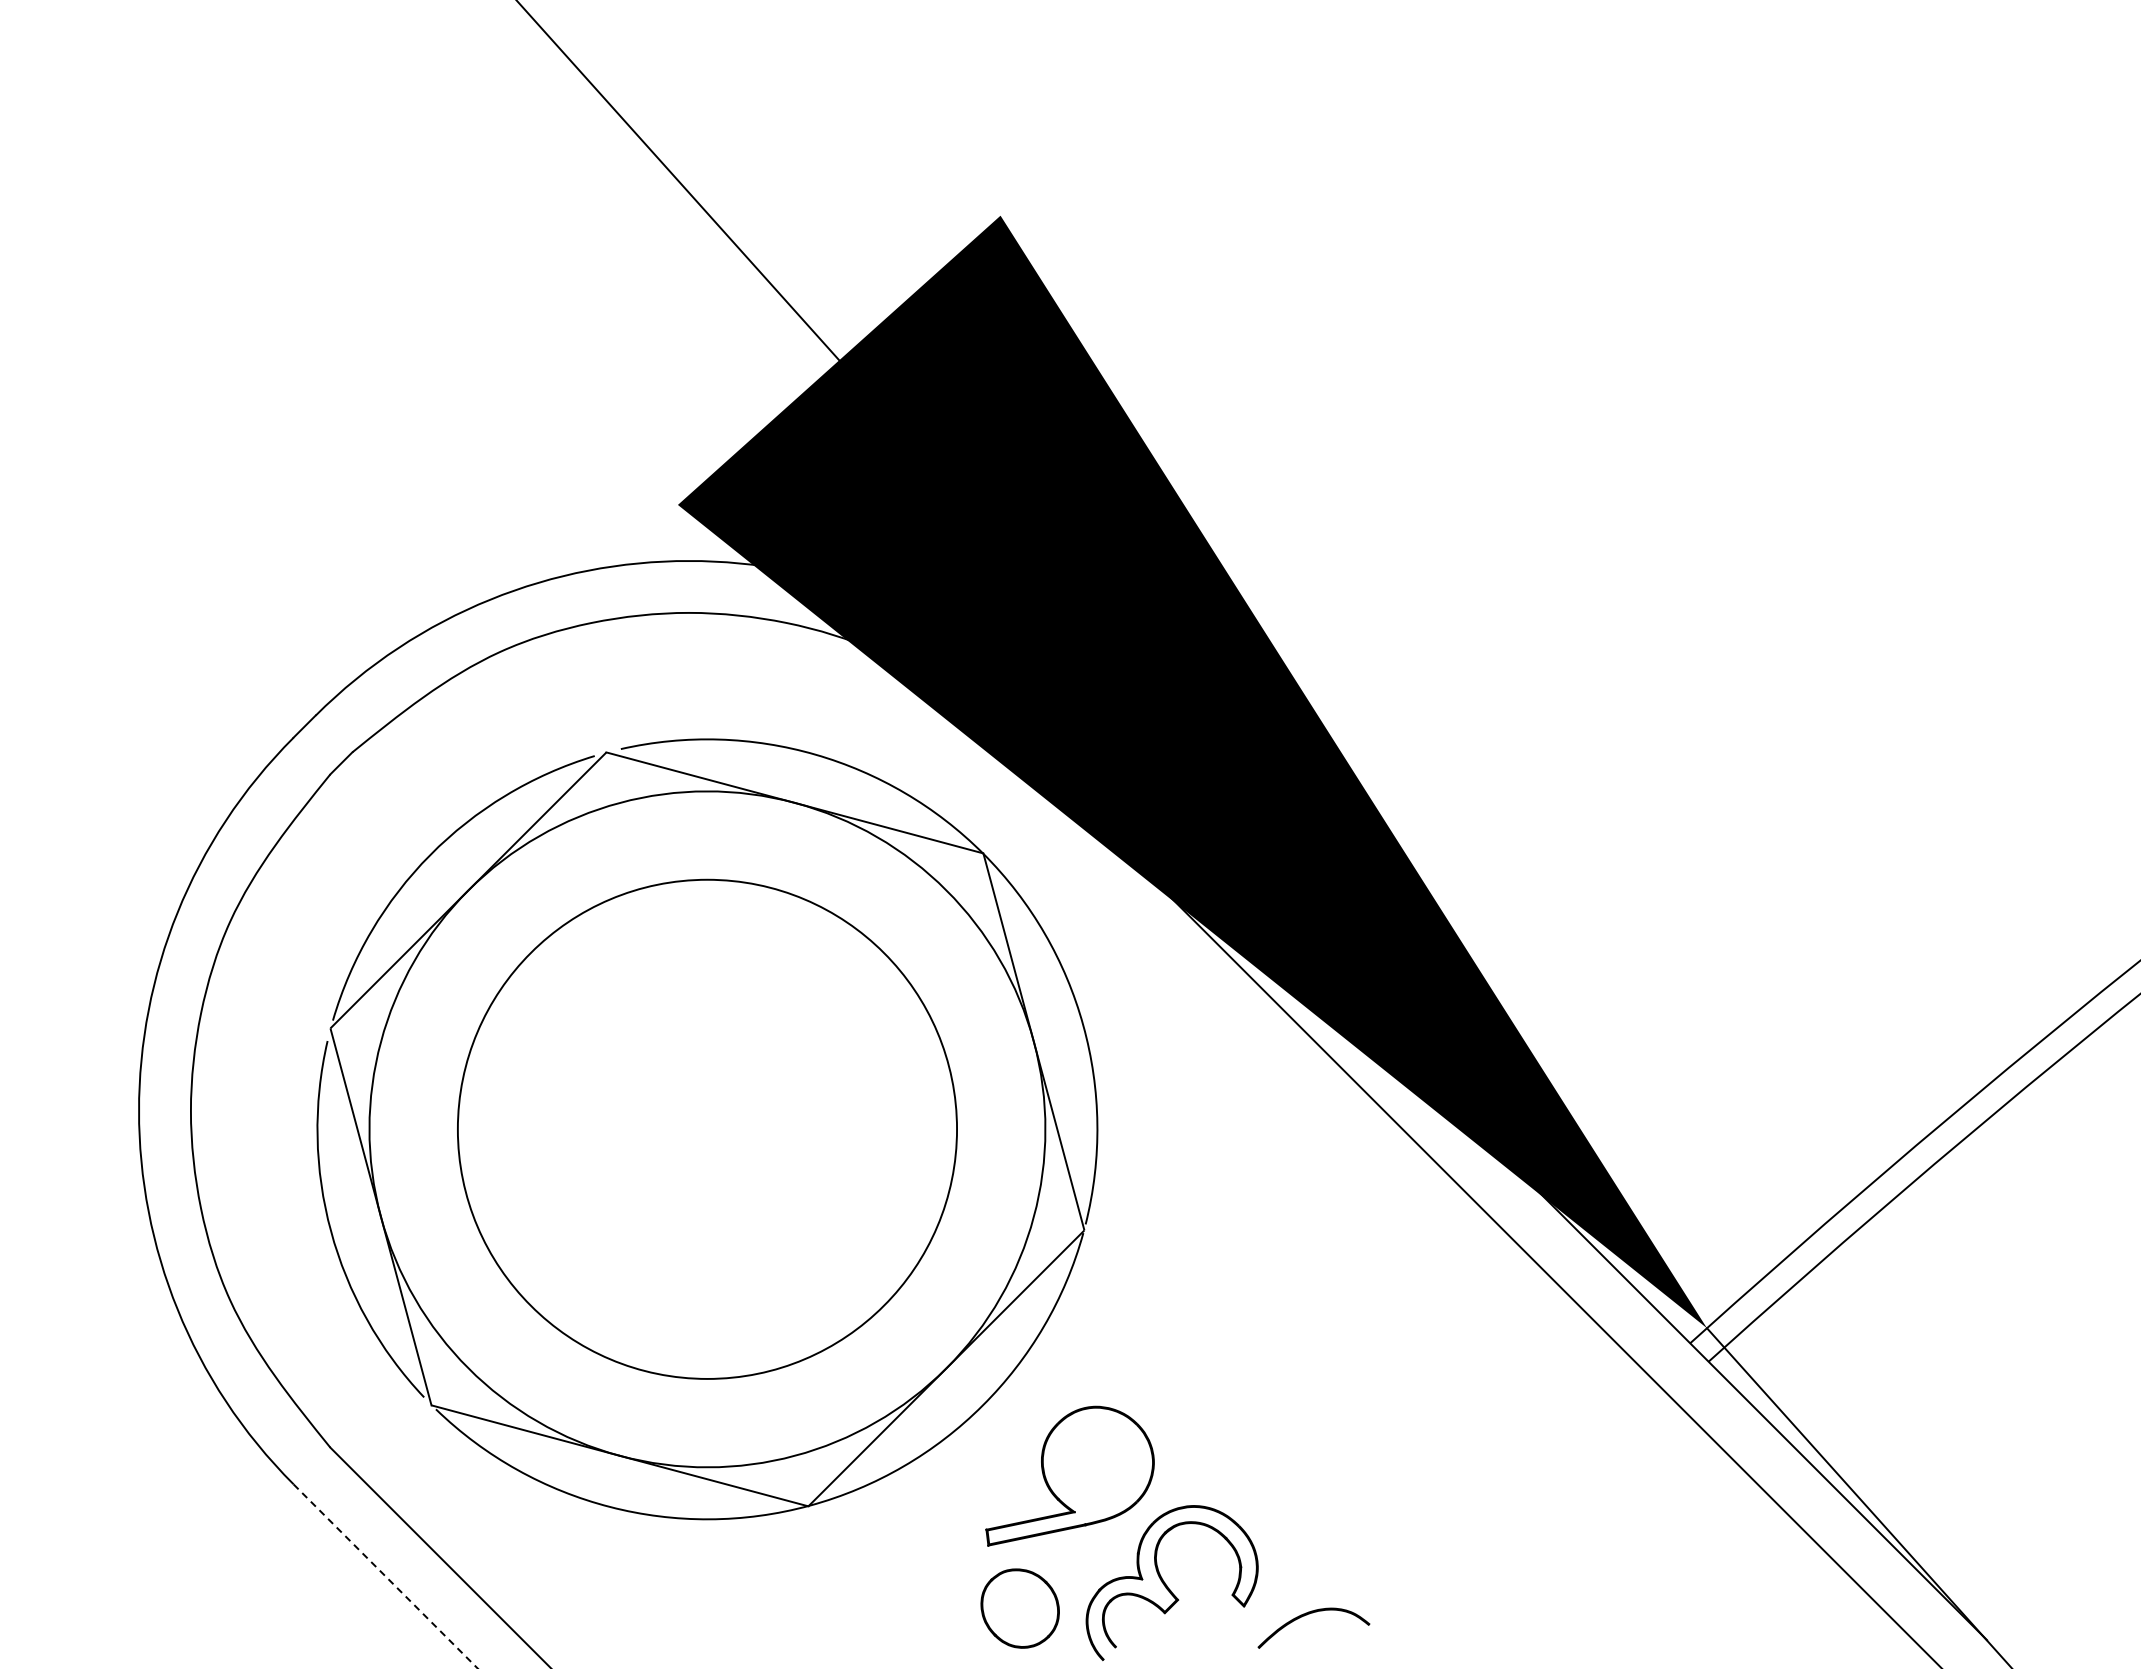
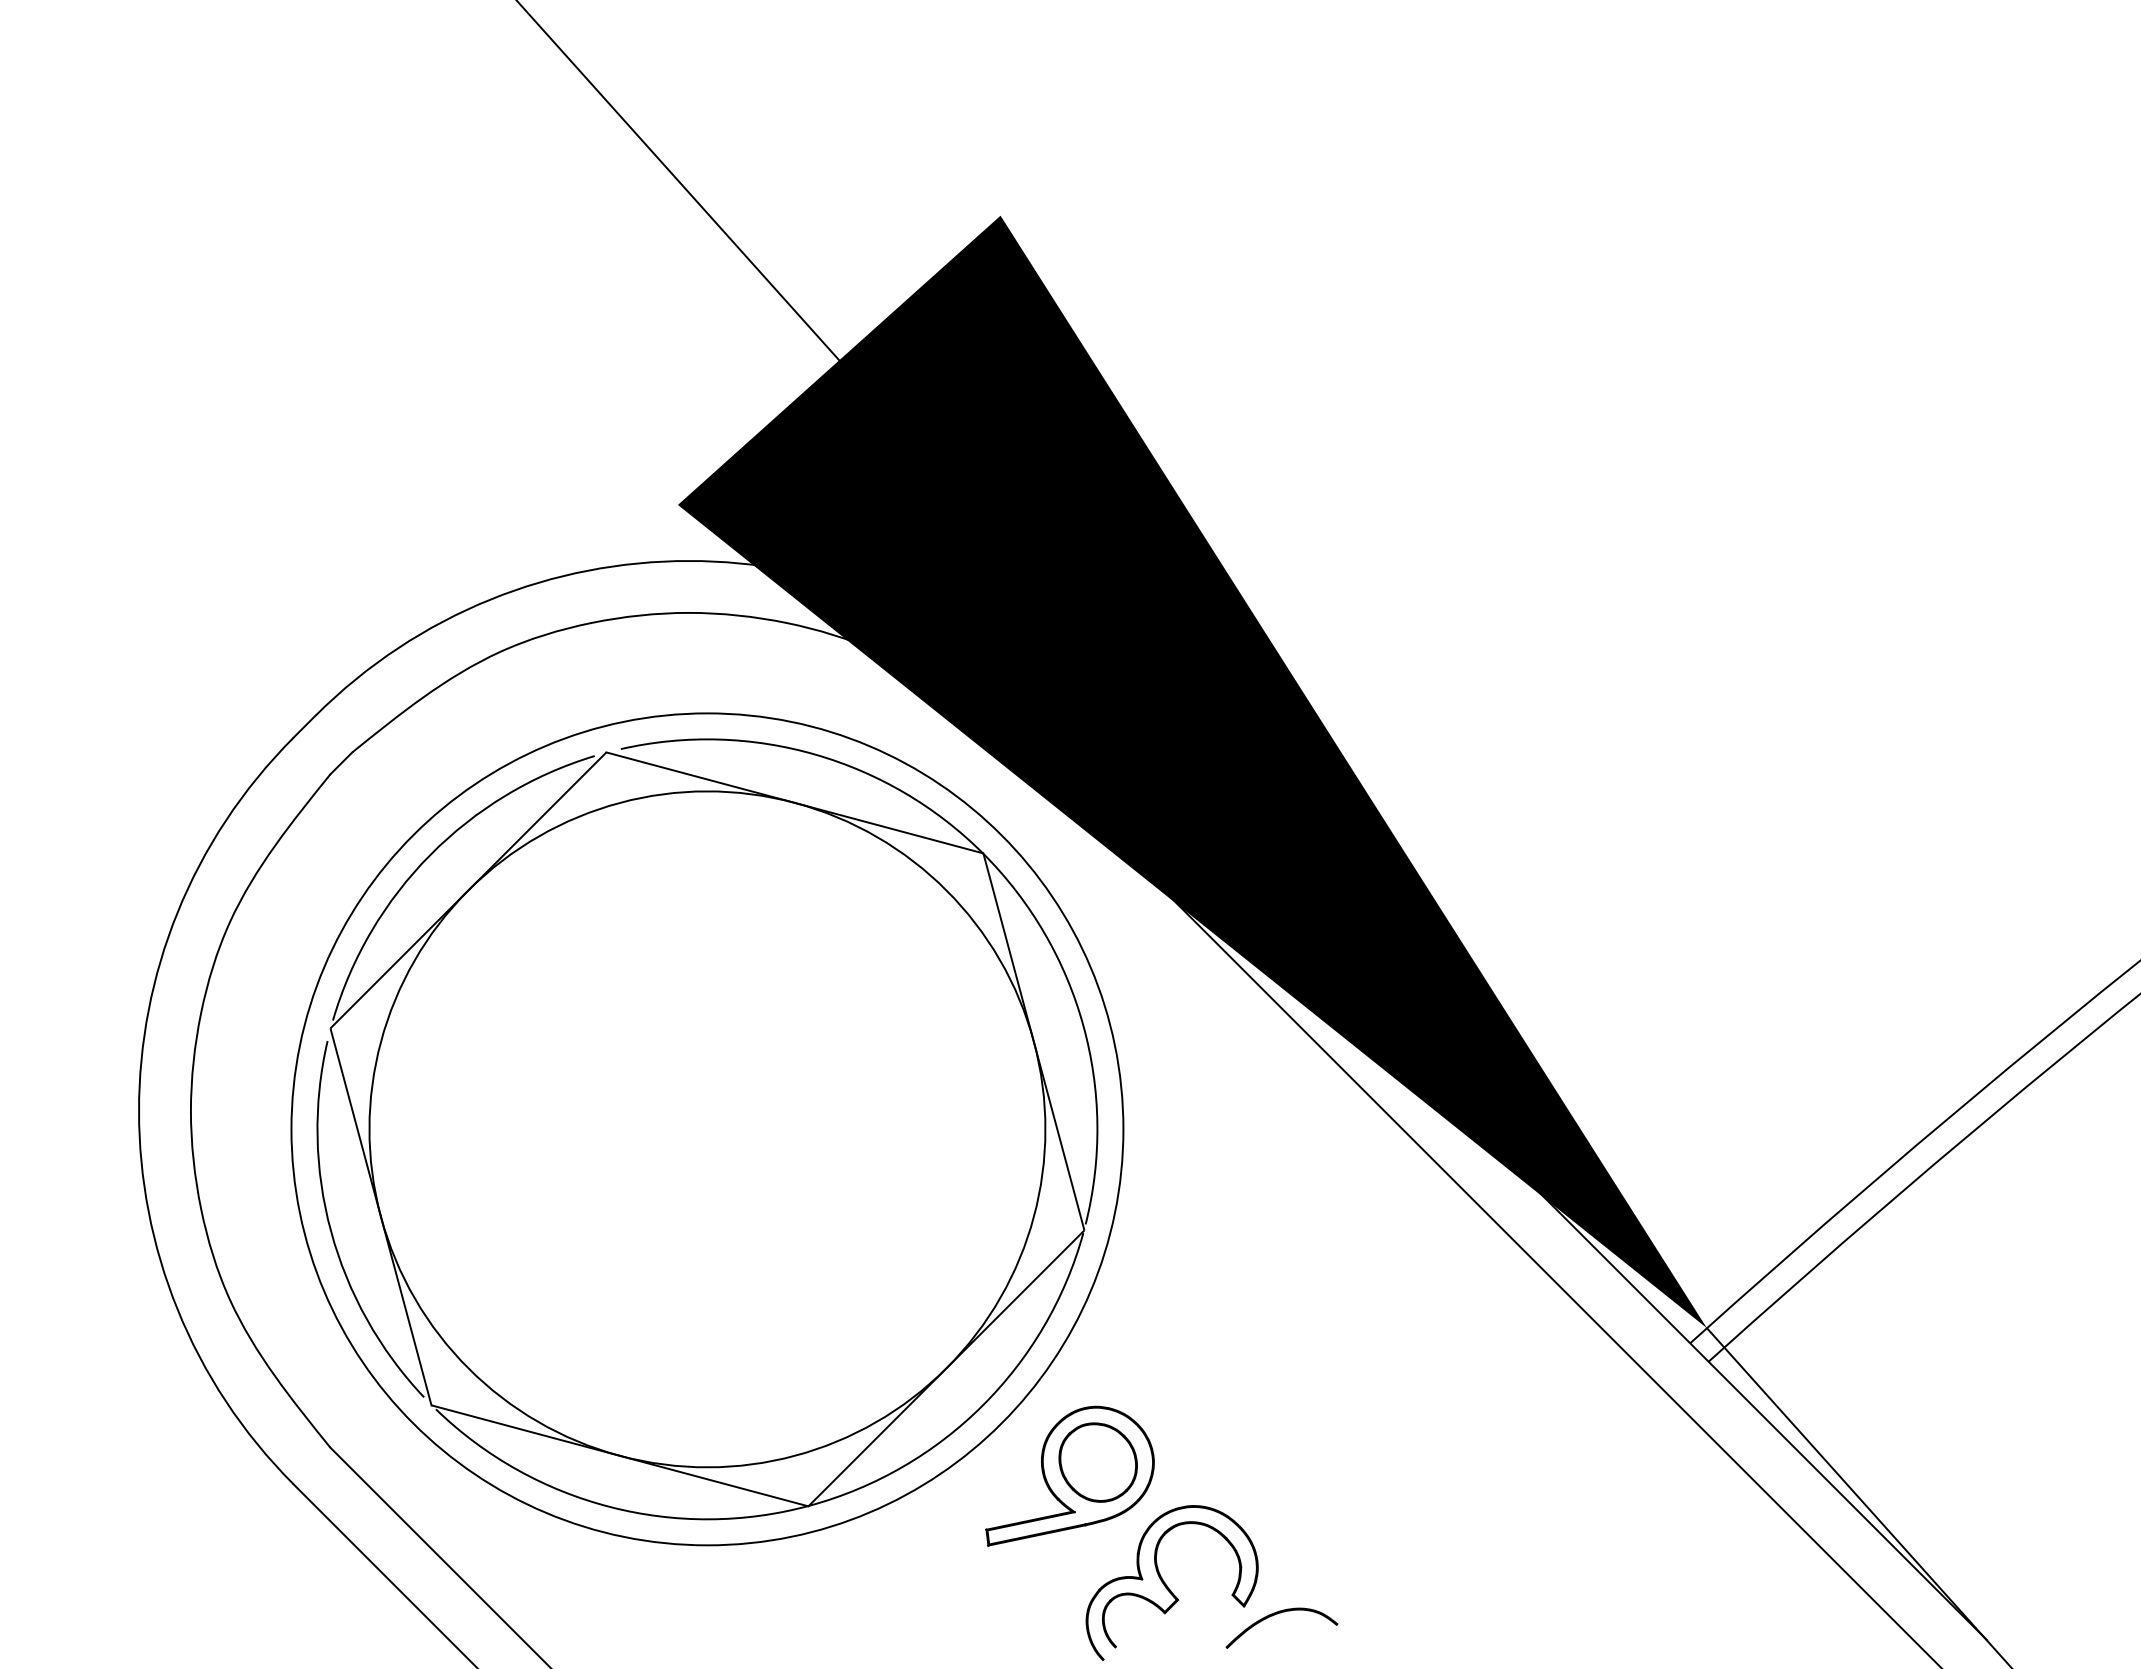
circle at (707, 1128) diameter: 499 px -> 832 px
line at (386, 1577): dashed -> solid
part at (1019, 1608) position: (1019, 1608) -> (1097, 1462)
part at (1307, 1615) position: (1307, 1615) -> (1275, 1615)
